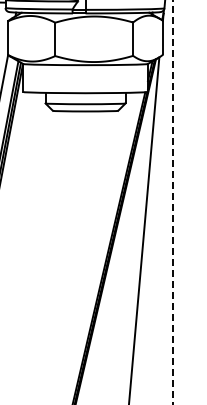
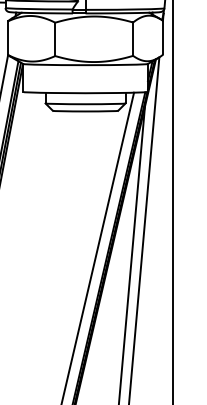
line at (173, 202): dashed -> solid
line at (98, 246): none -> present
line at (131, 253): none -> present
